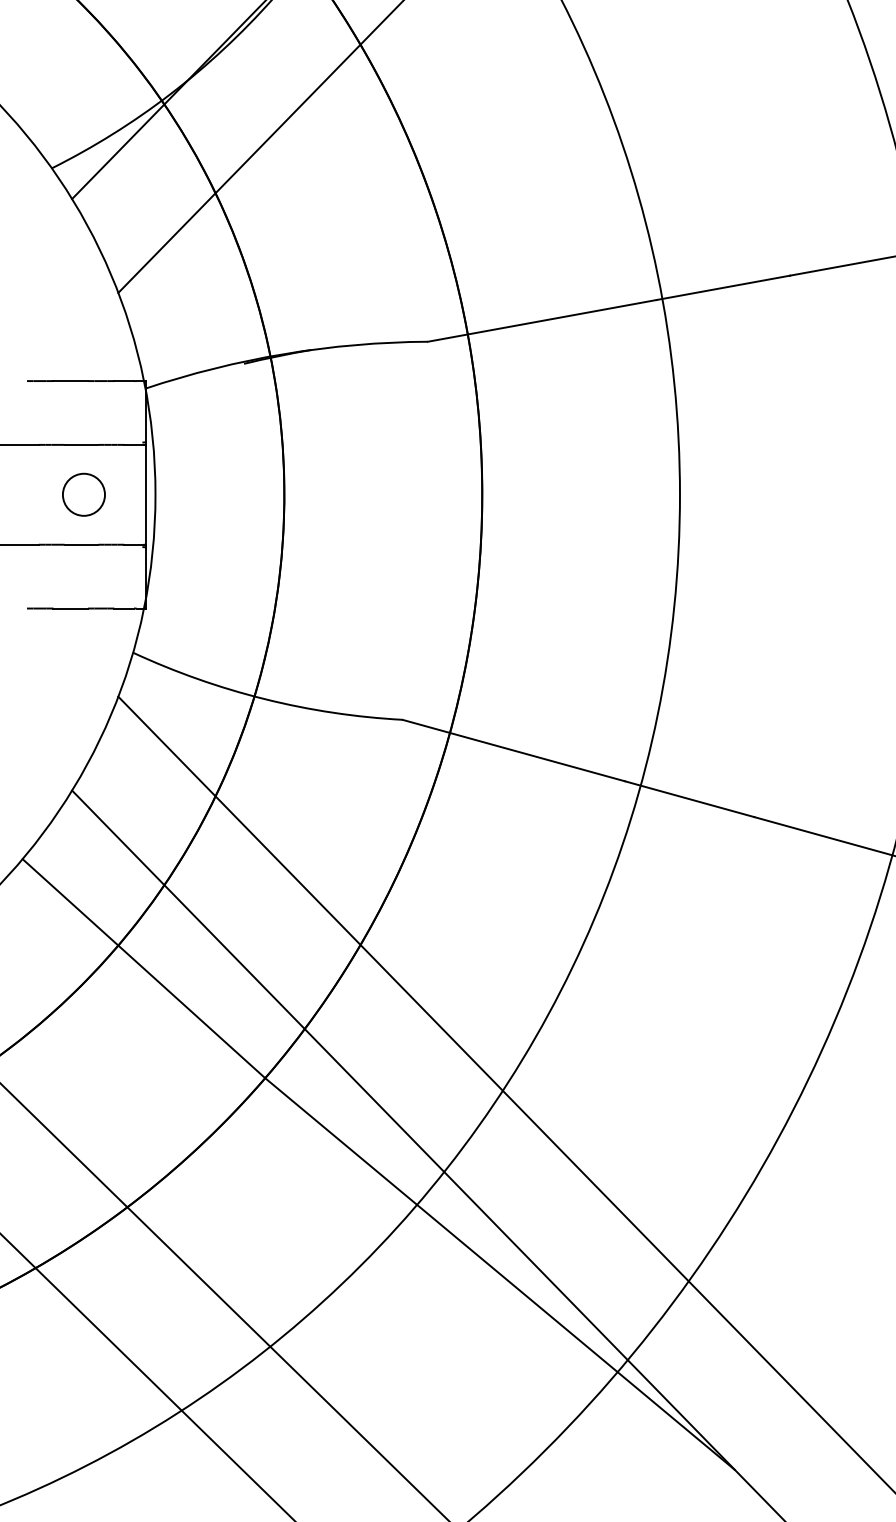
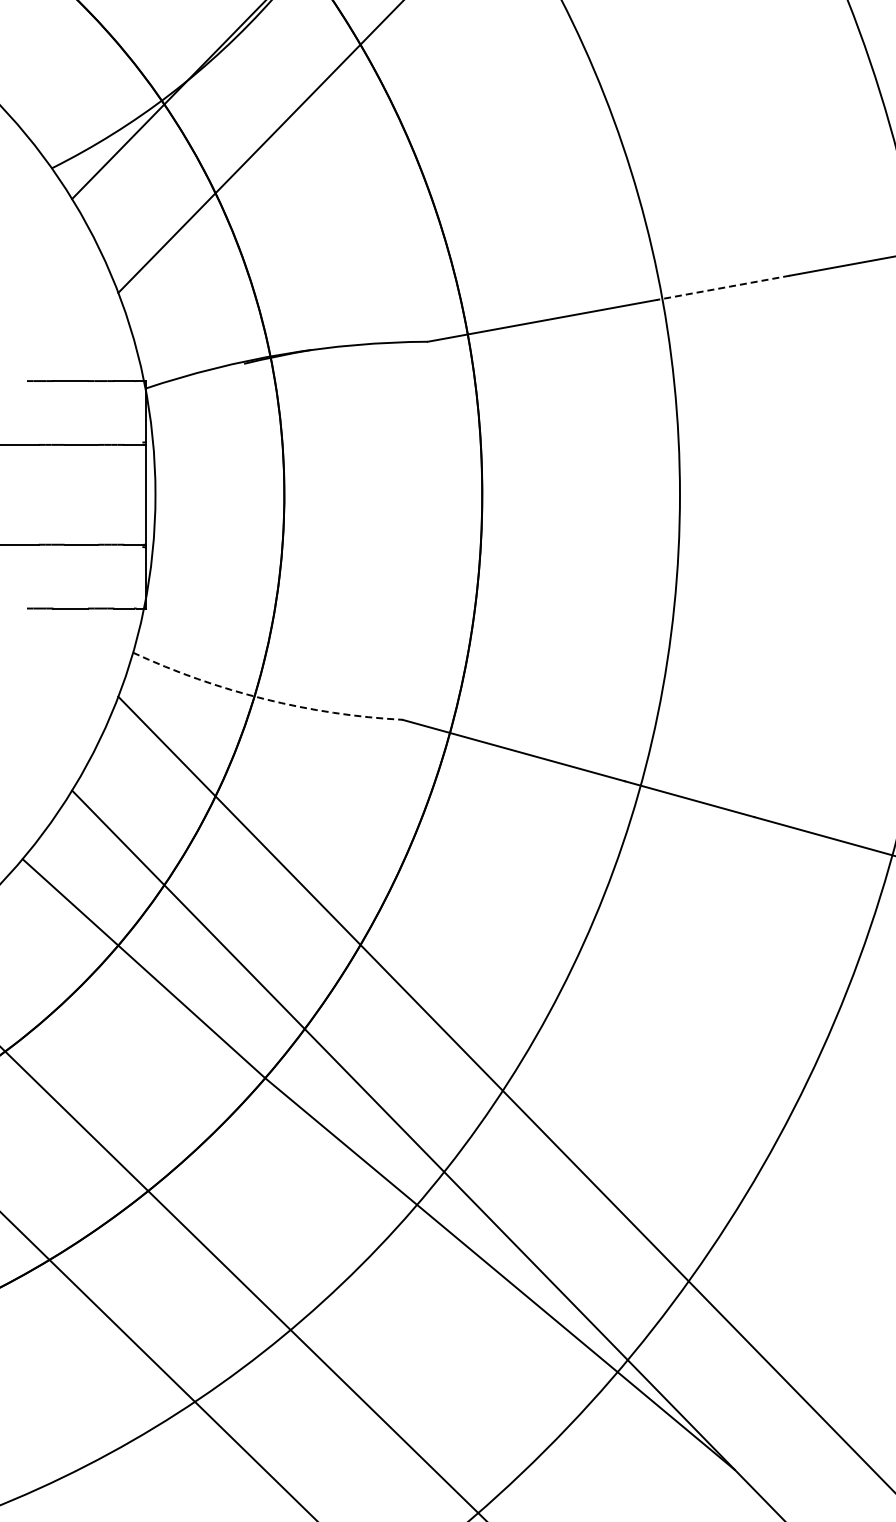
line at (723, 287): solid -> dashed
circle at (83, 494): present -> none
arc at (264, 699): solid -> dashed
line at (224, 1301) position: (224, 1301) -> (242, 1283)
line at (147, 1376) position: (147, 1376) -> (158, 1366)
